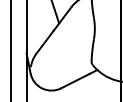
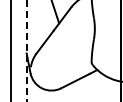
line at (26, 50): solid -> dashed
